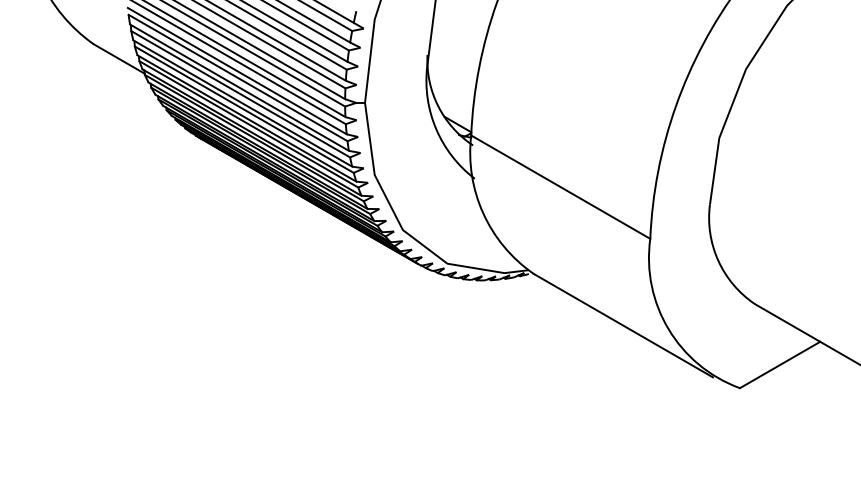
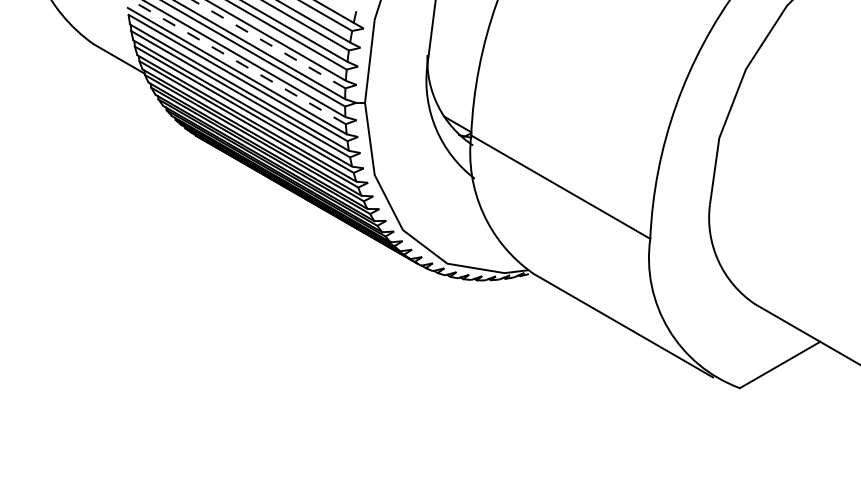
line at (269, 44): solid -> dashed
line at (238, 62): solid -> dashed
